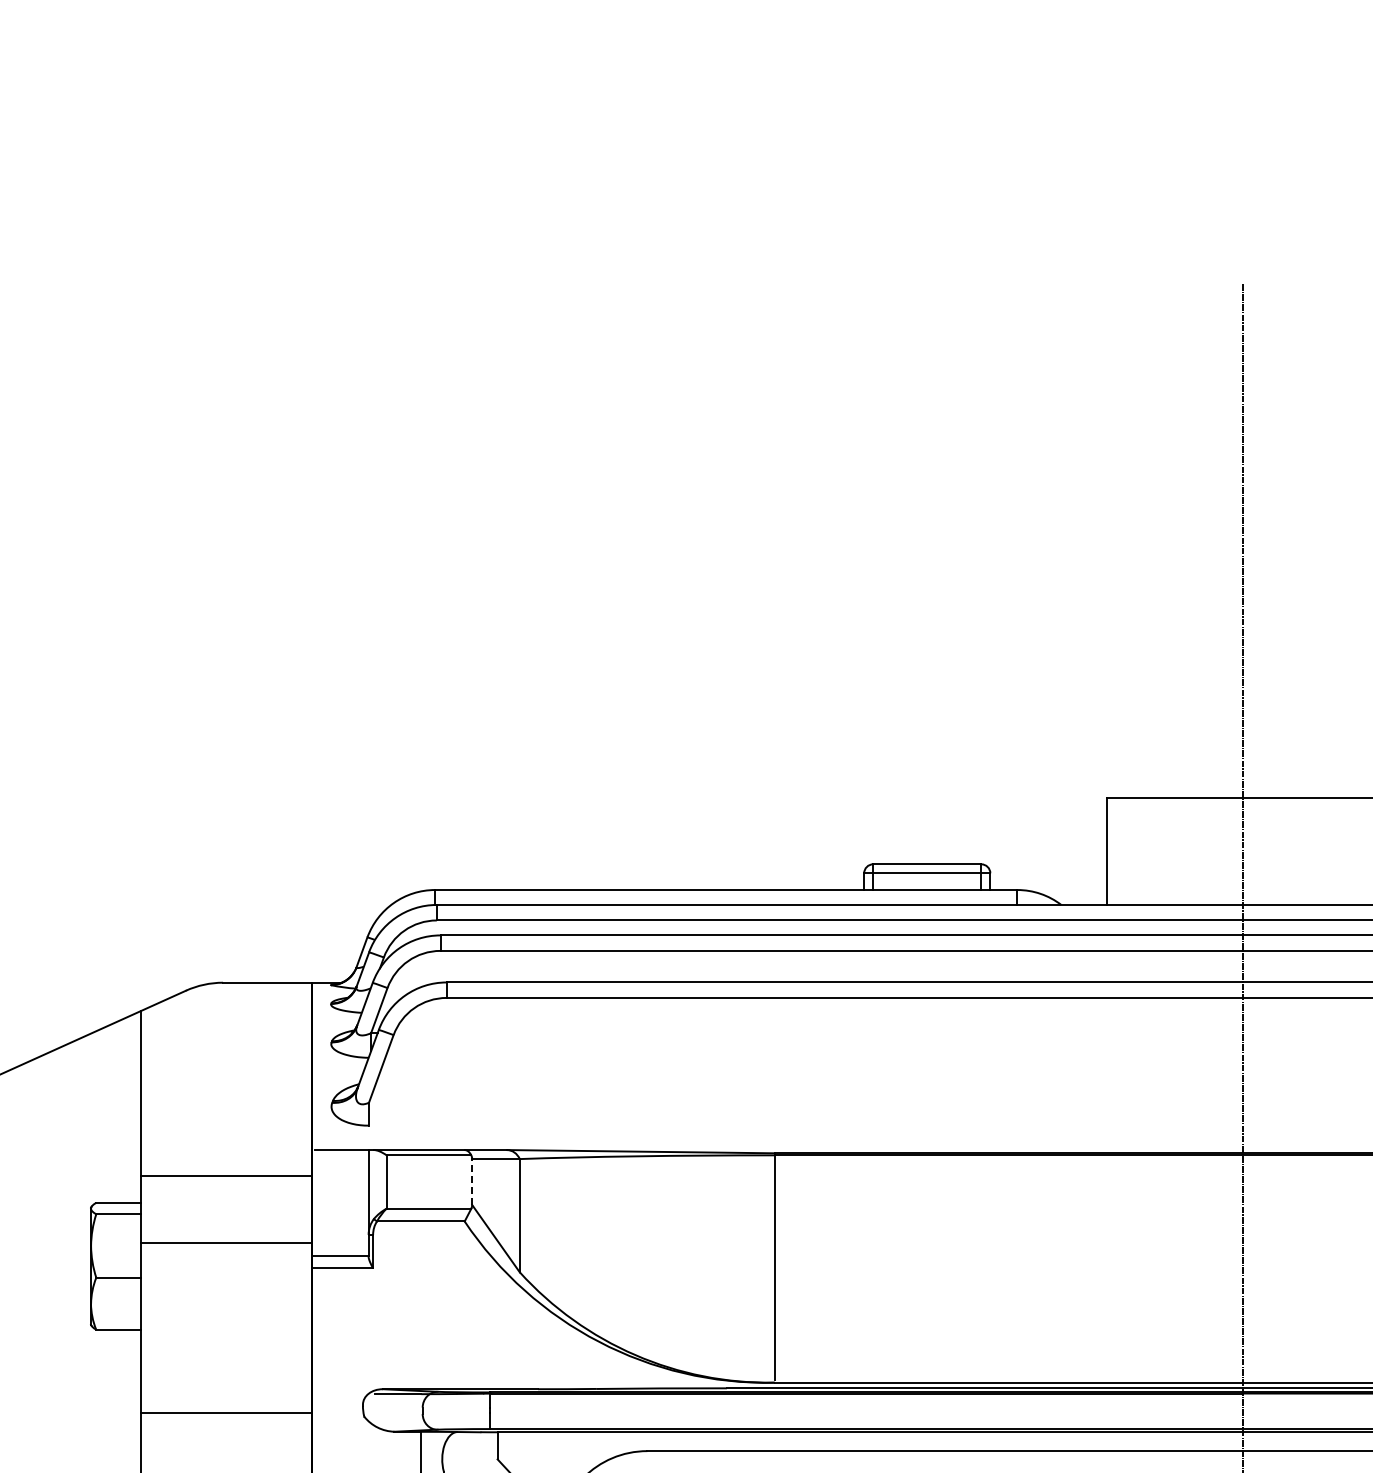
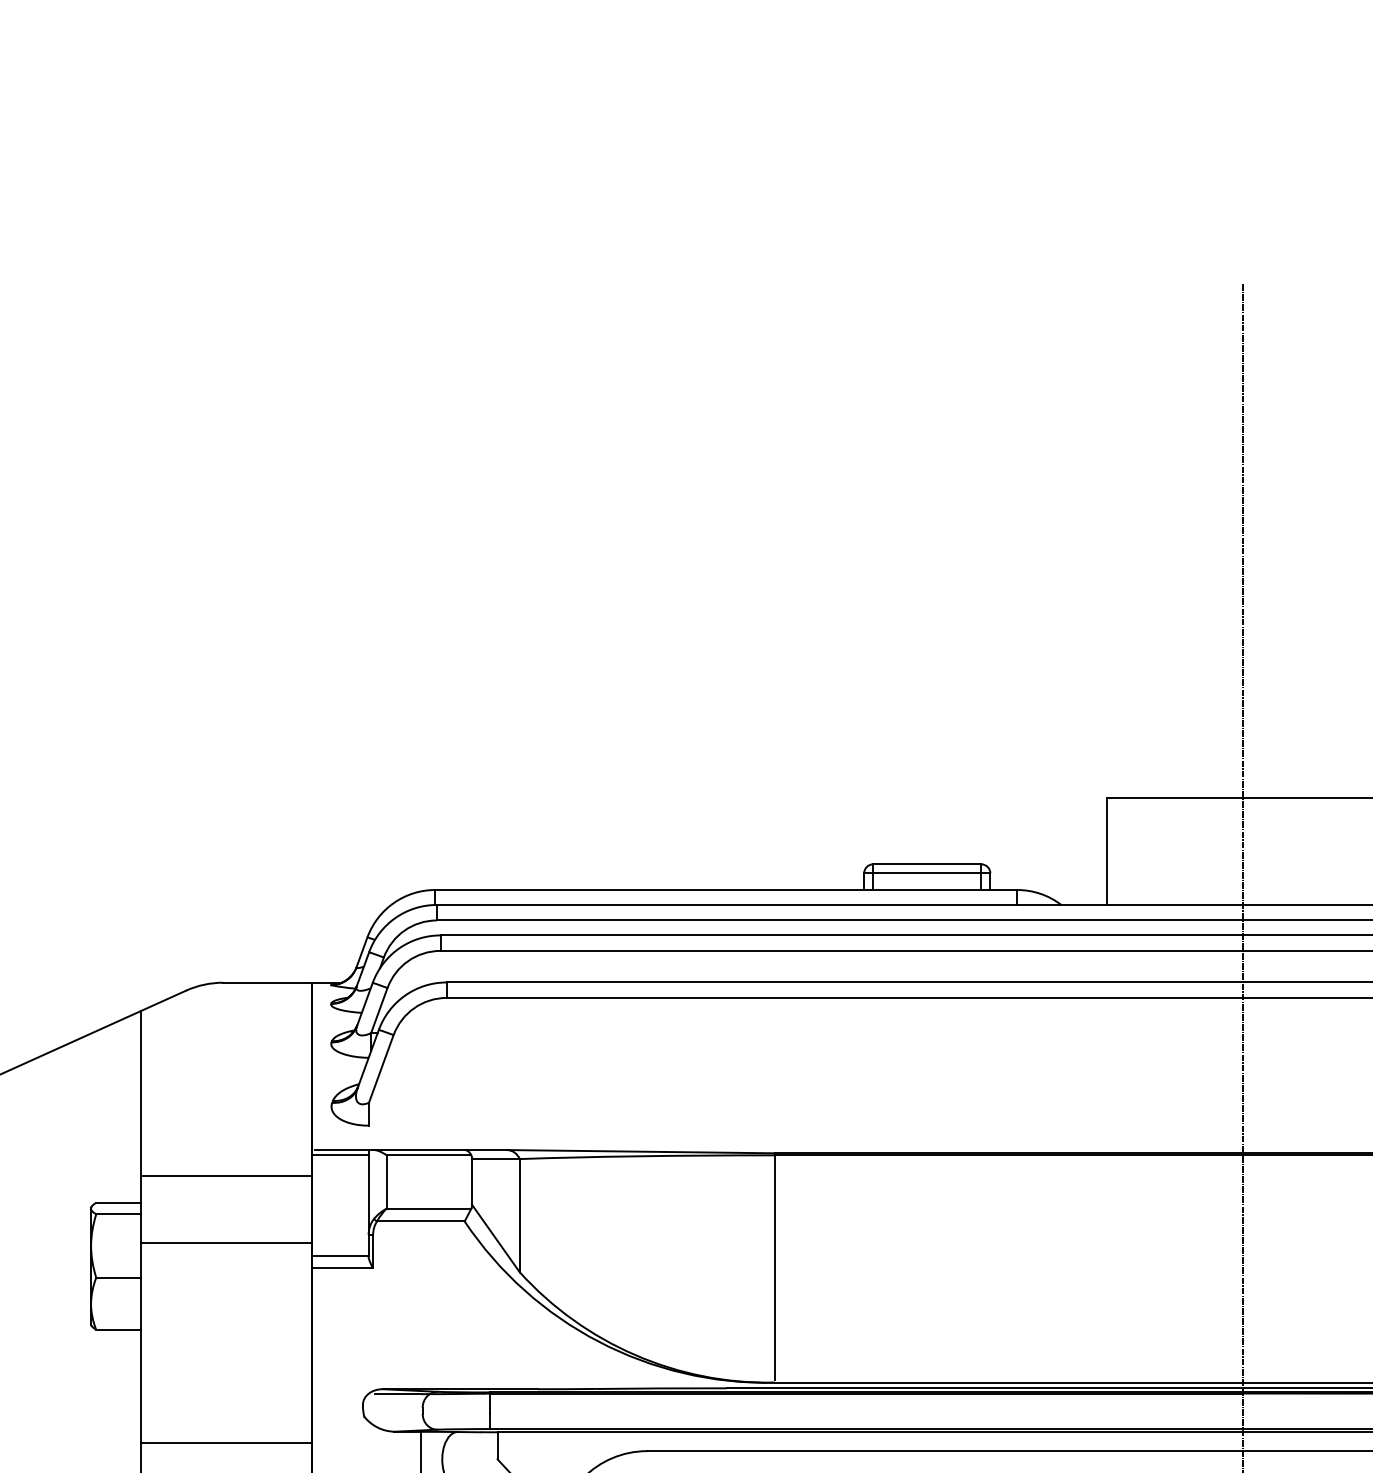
line at (339, 1154): none -> present
line at (472, 1182): dashed -> solid
line at (225, 1413) position: (225, 1413) -> (225, 1443)
